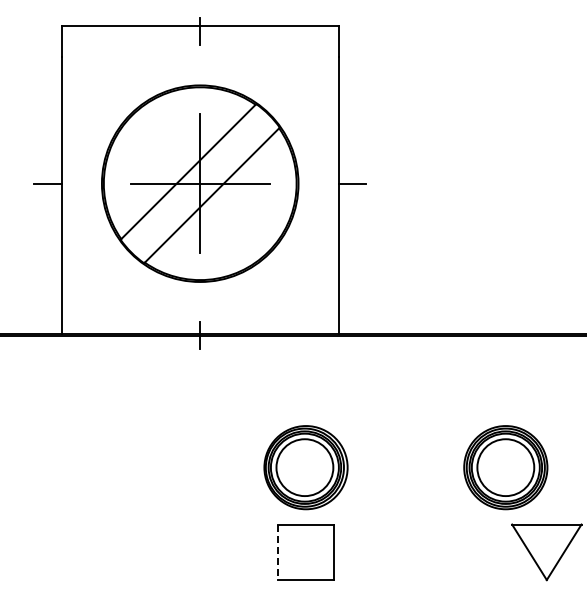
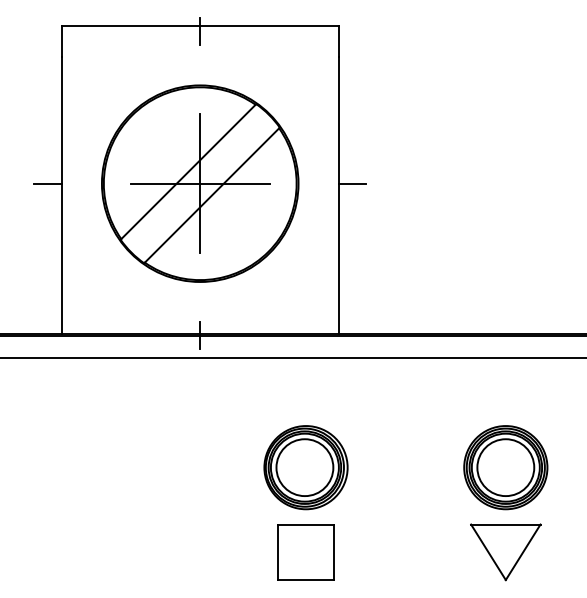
line at (292, 358): none -> present
line at (278, 552): dashed -> solid
part at (546, 552) position: (546, 552) -> (505, 552)
